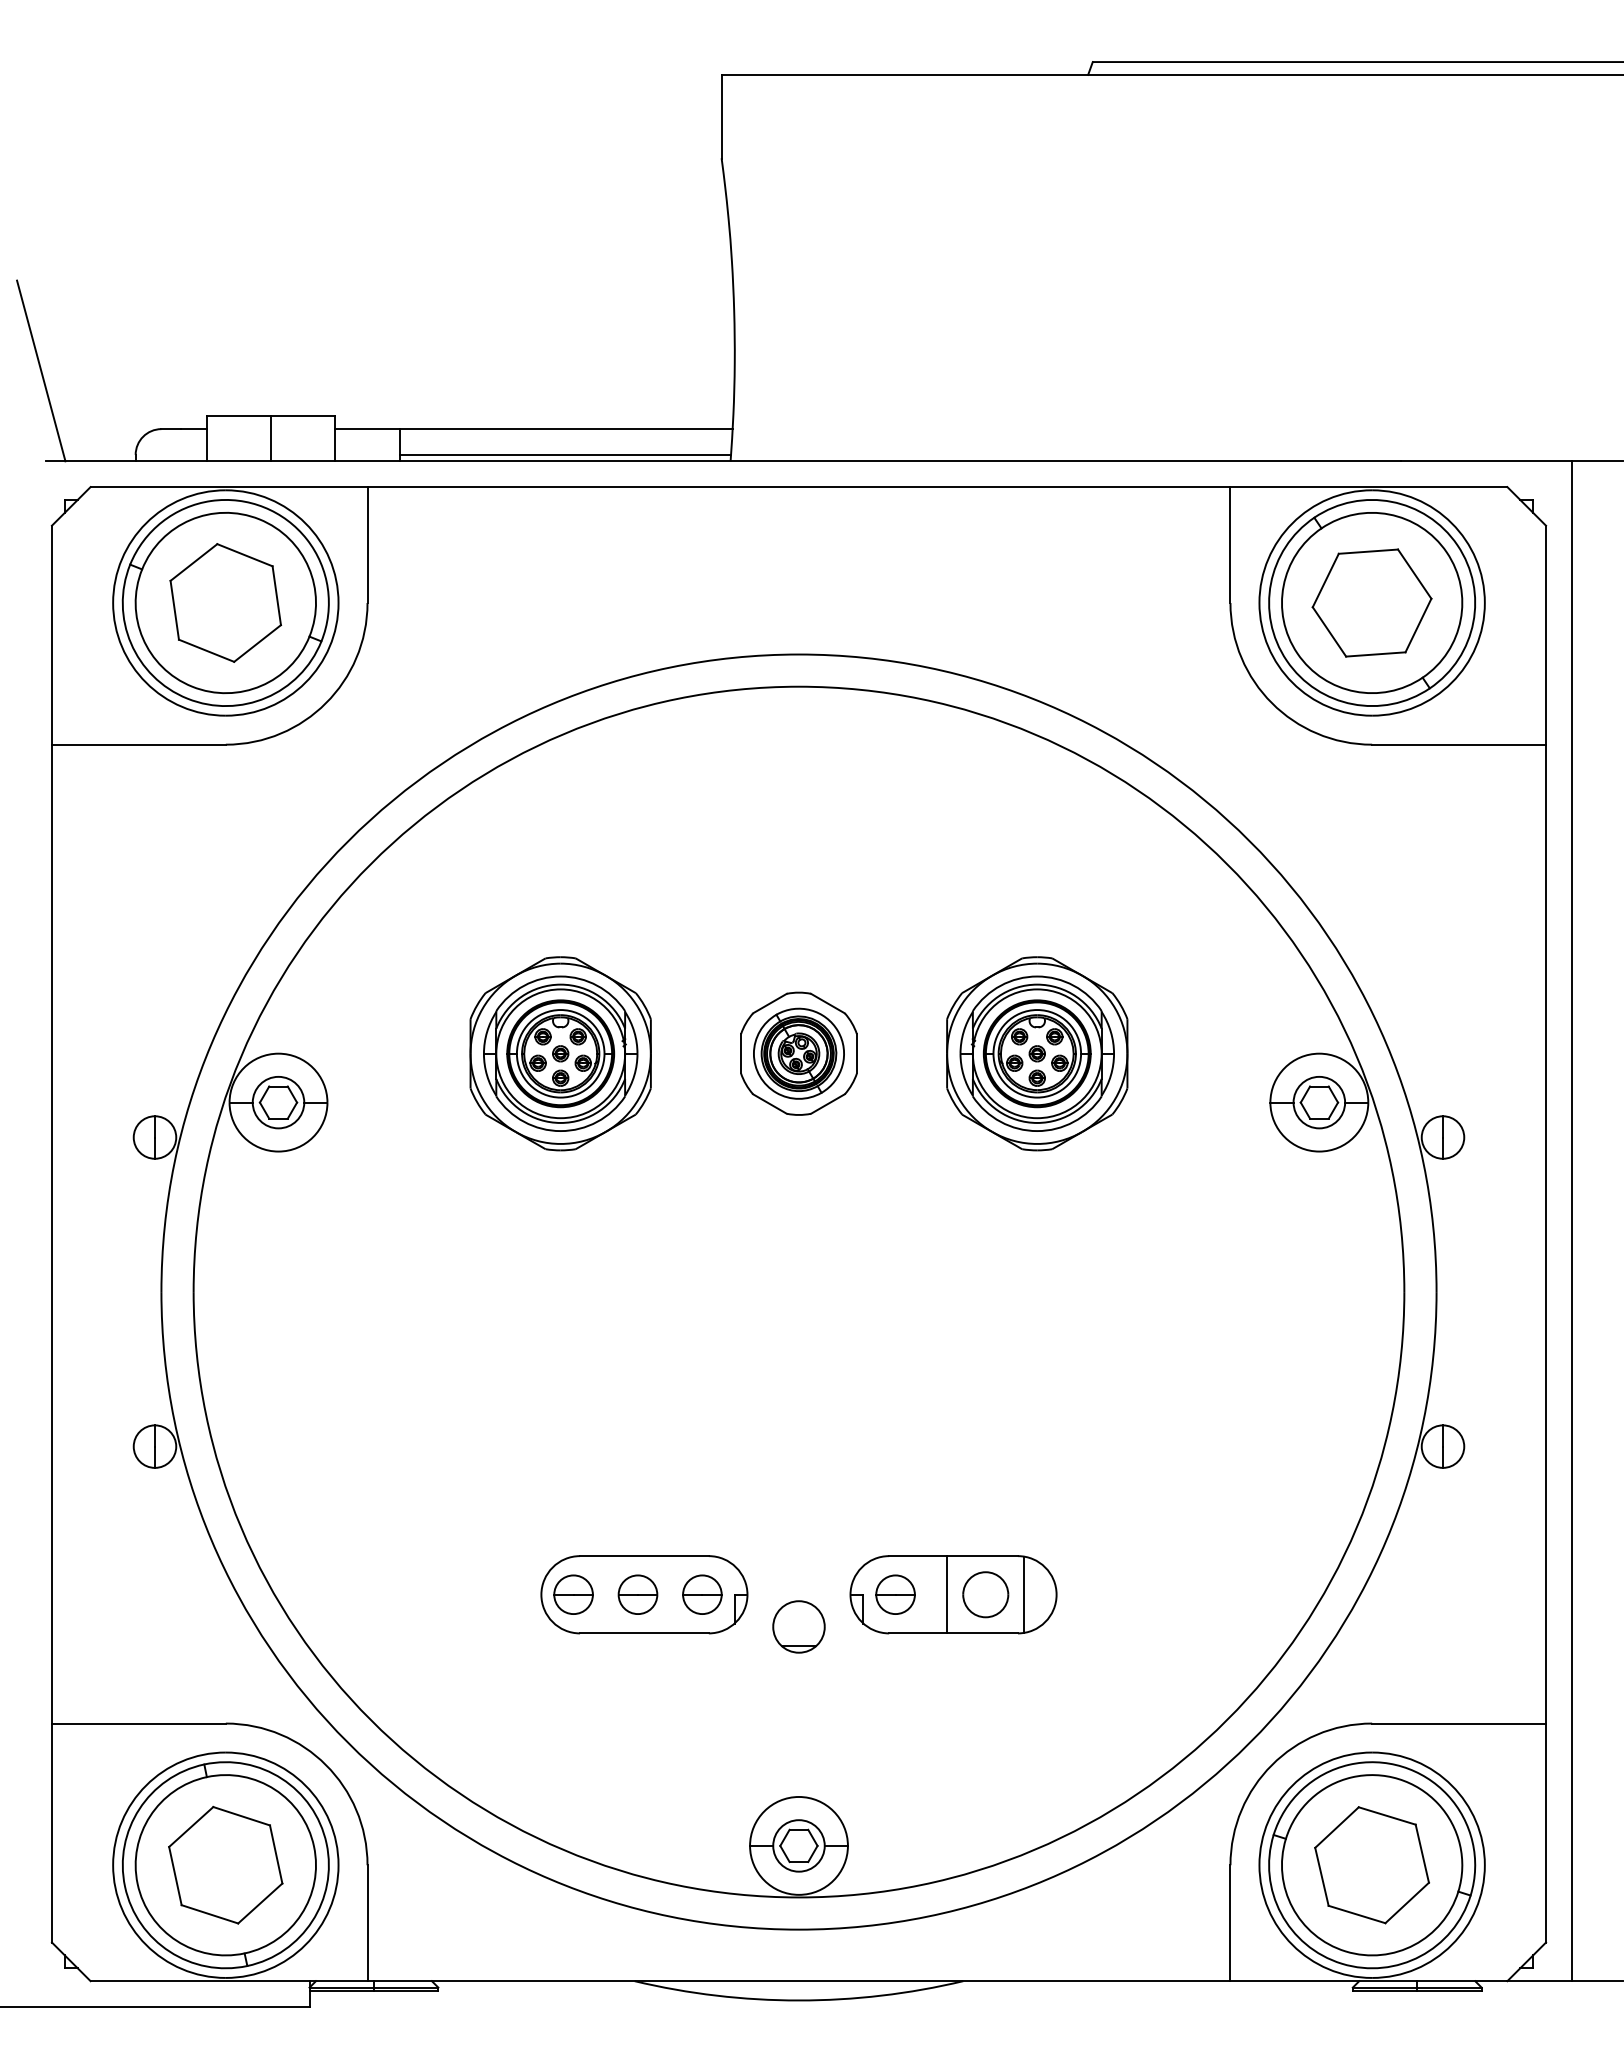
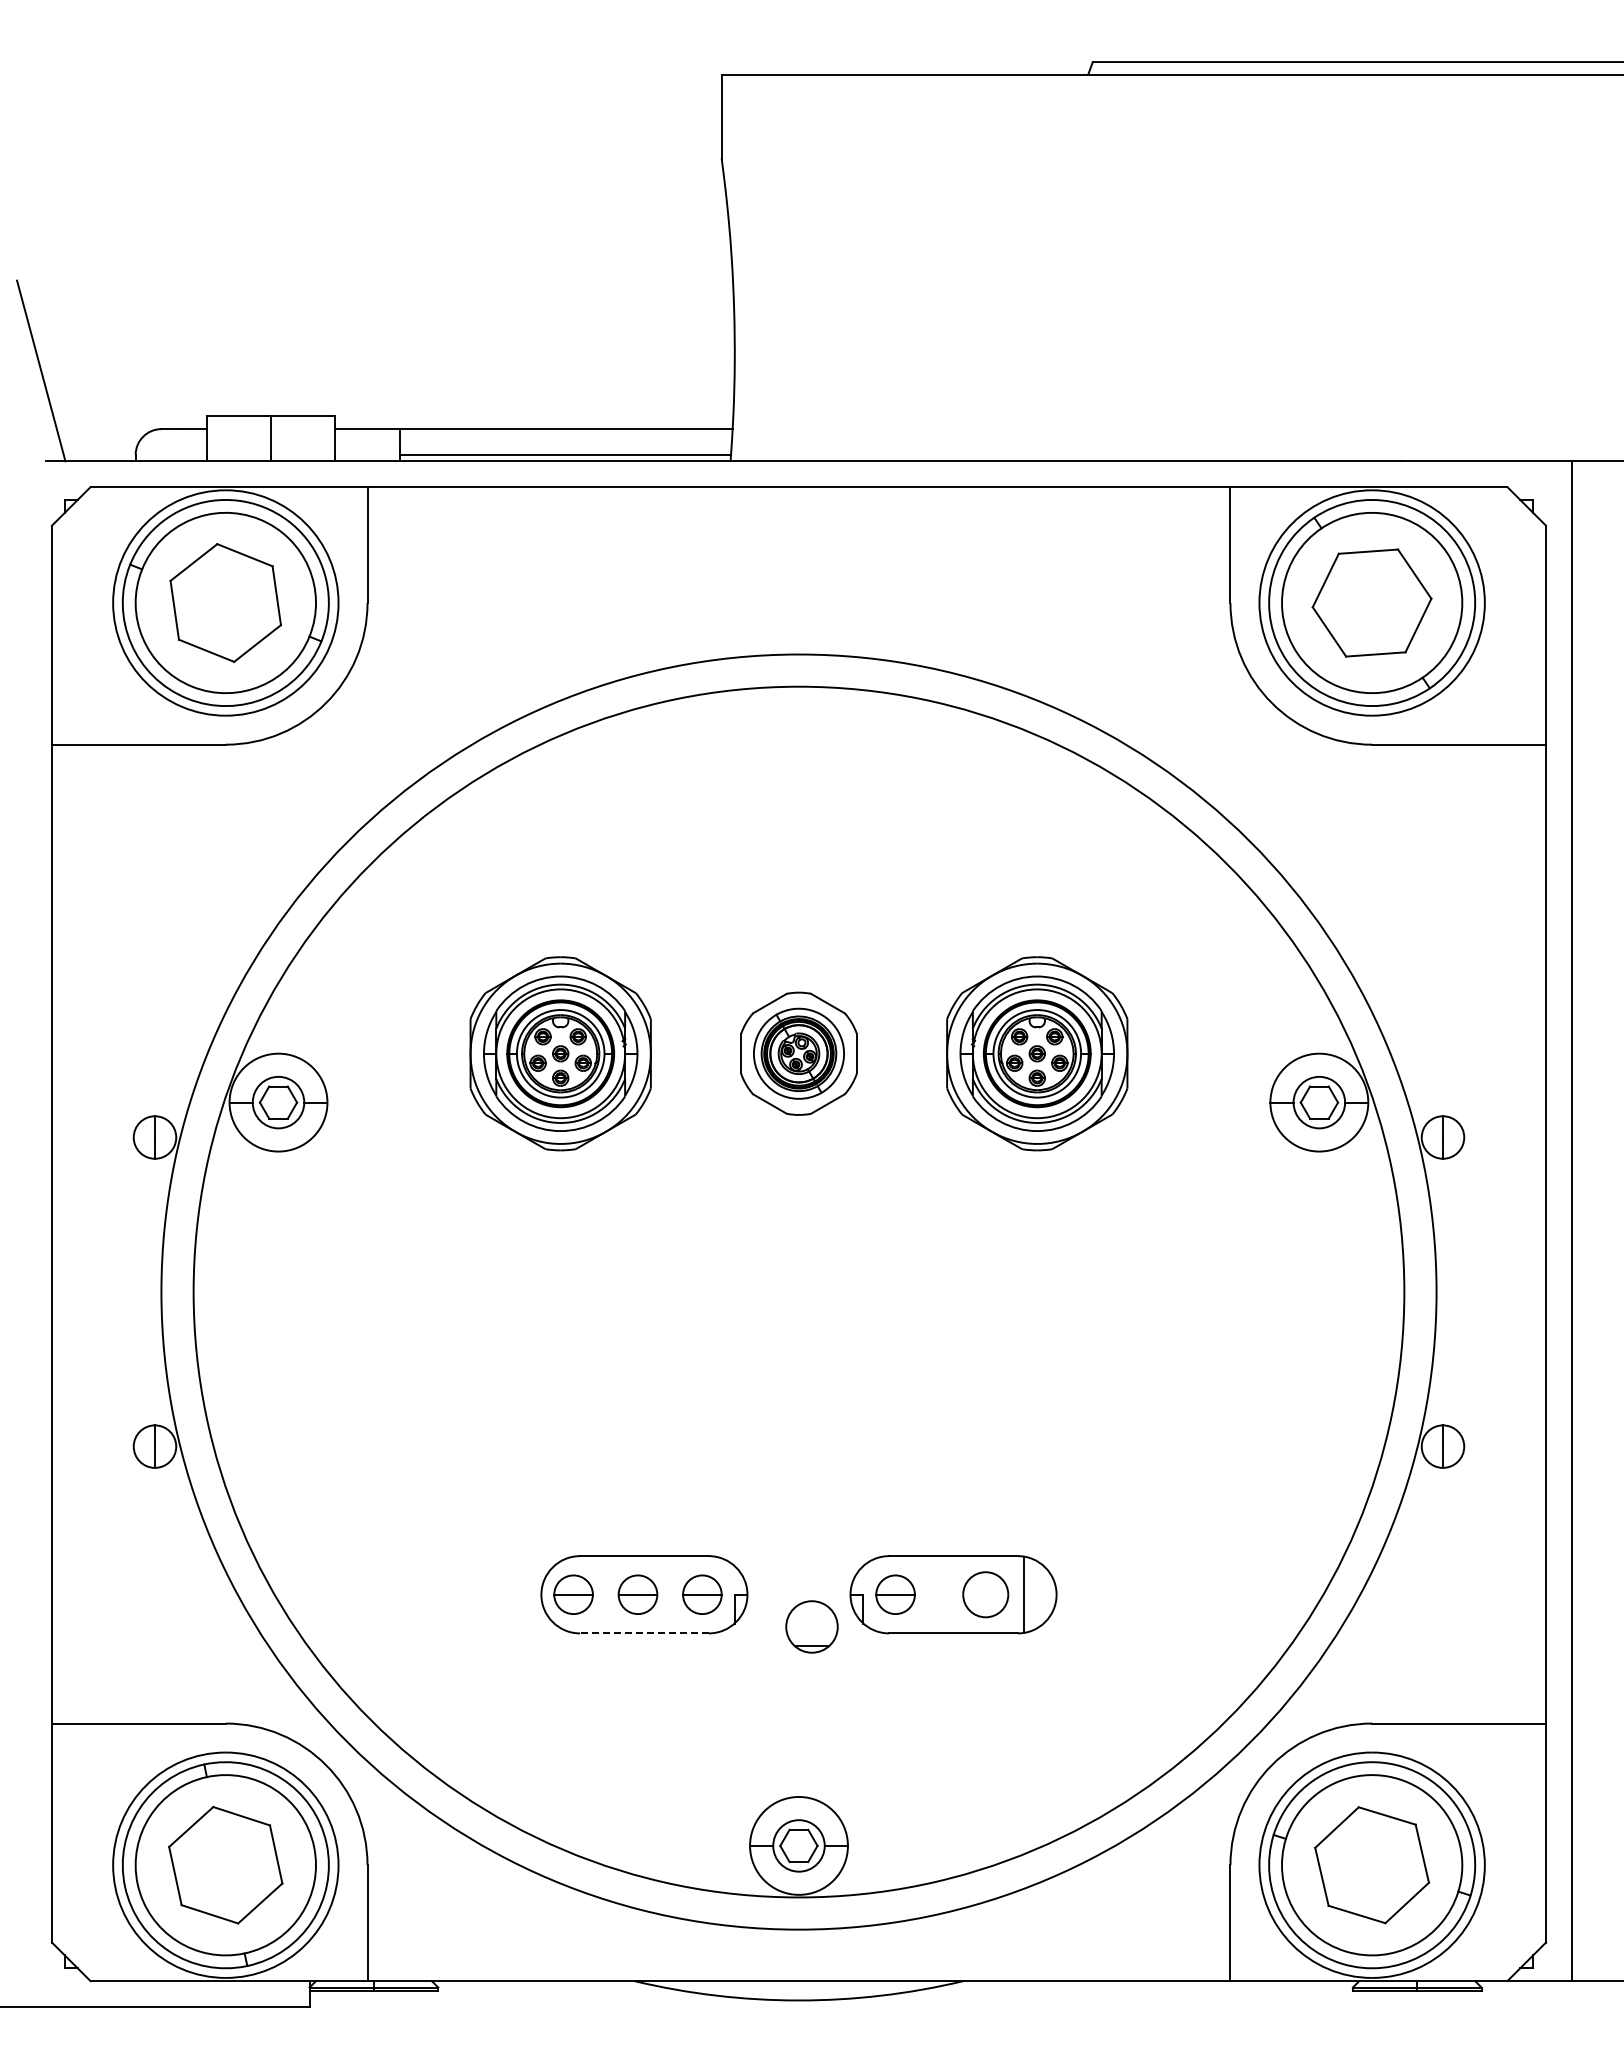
line at (947, 1594): present -> none
part at (798, 1626) position: (798, 1626) -> (811, 1626)
line at (643, 1633): solid -> dashed
